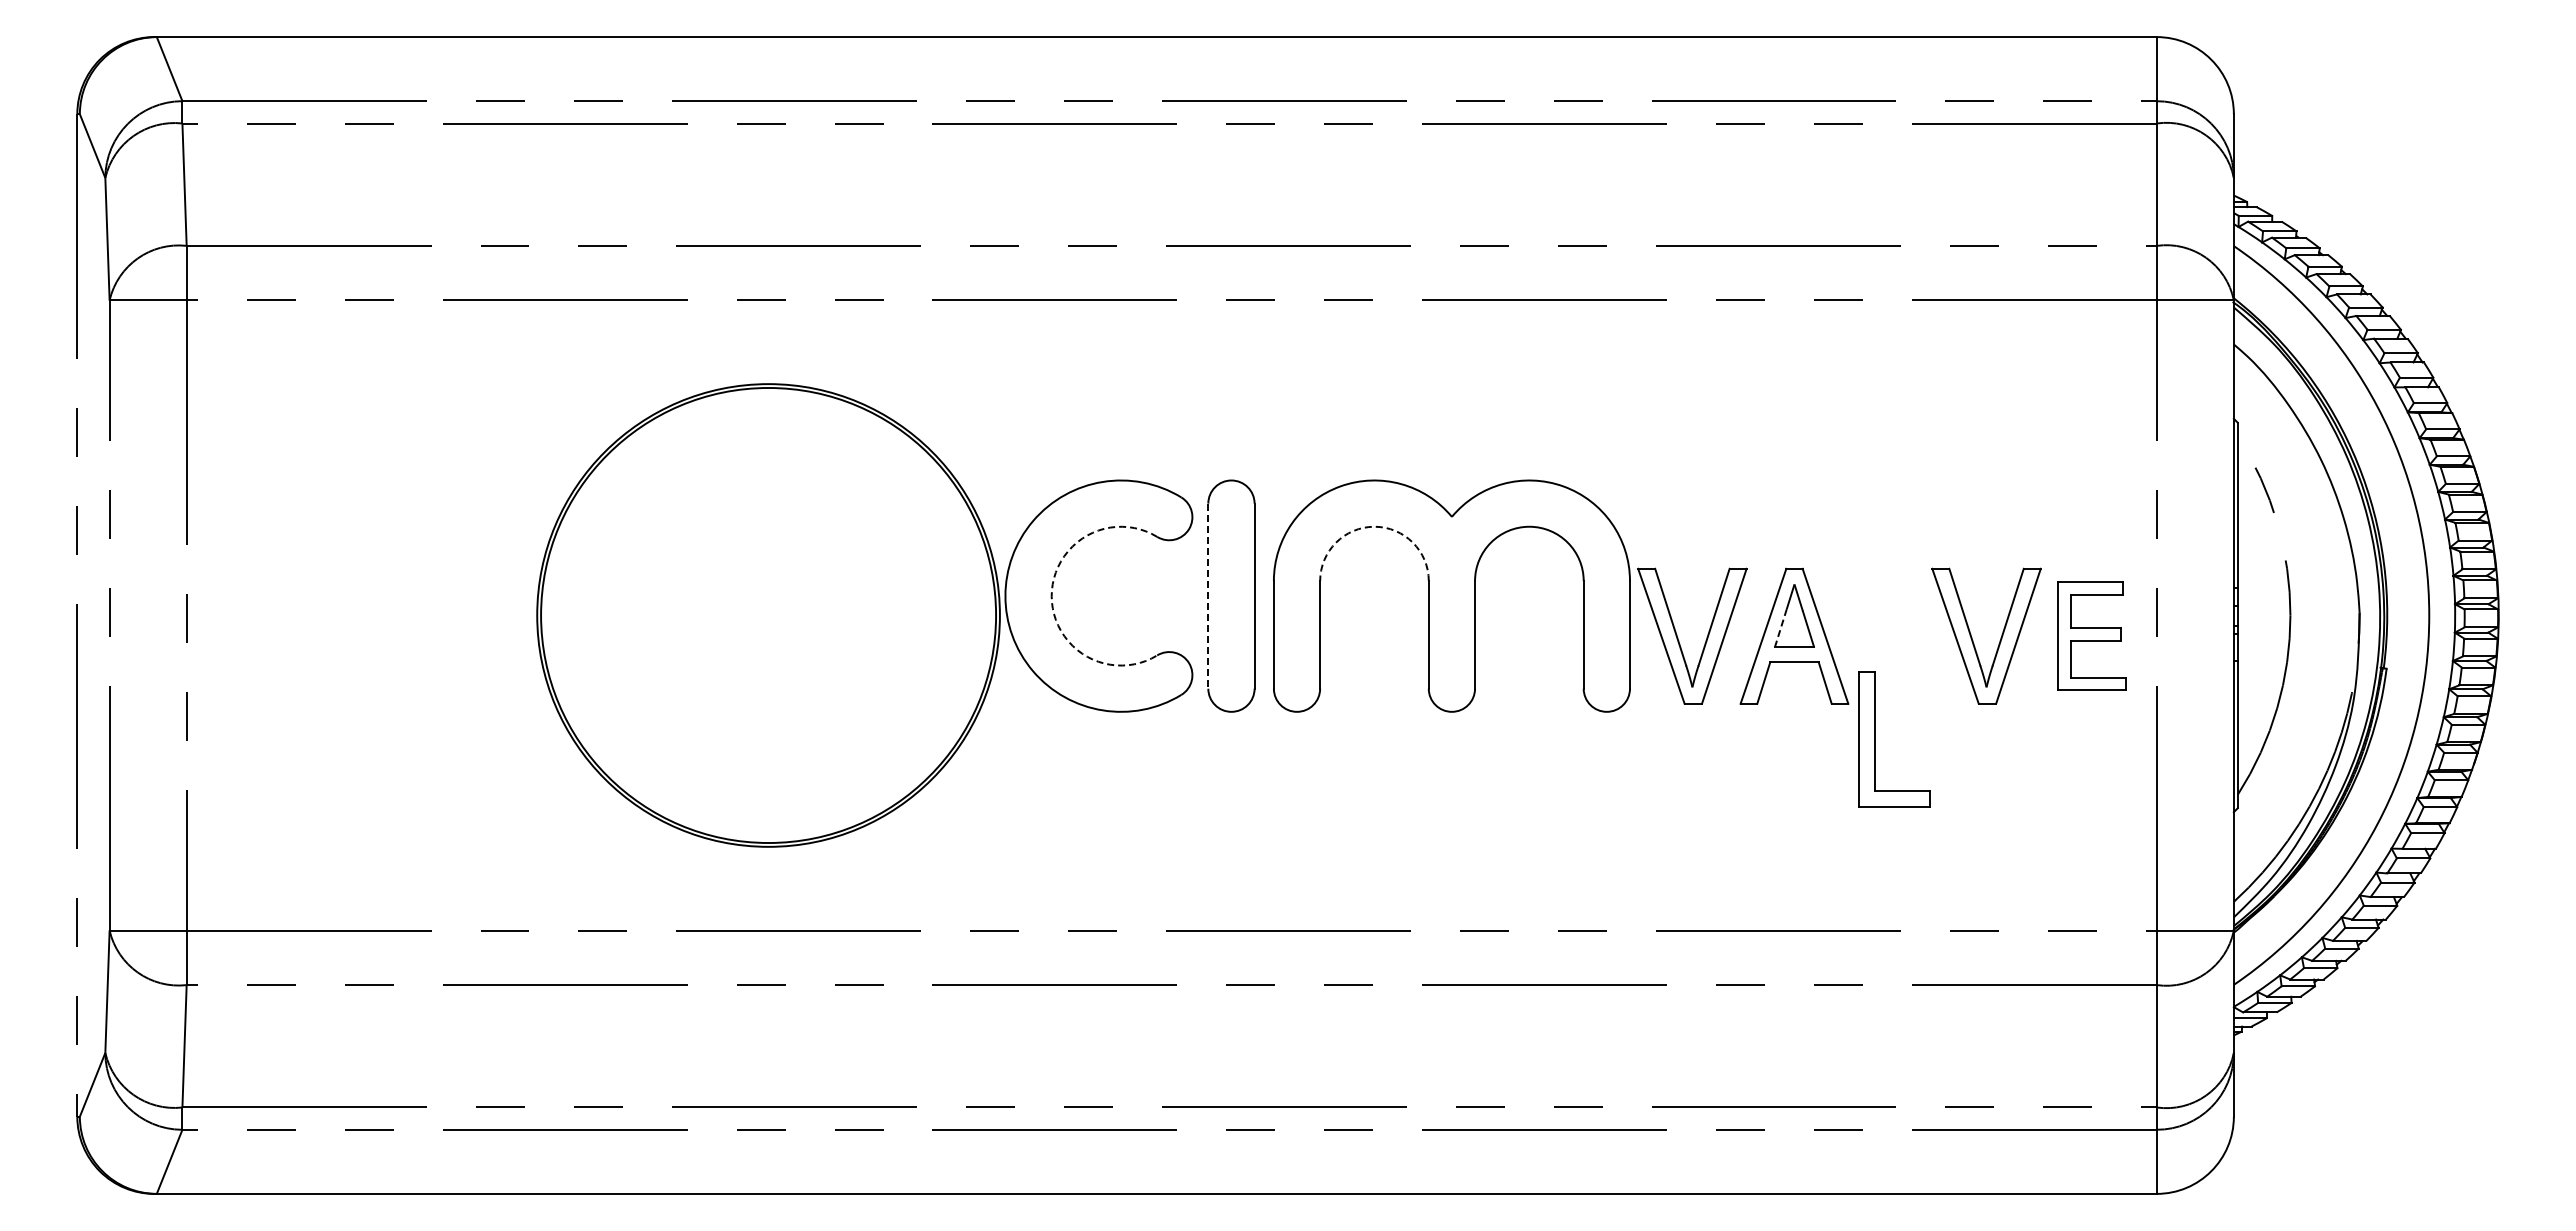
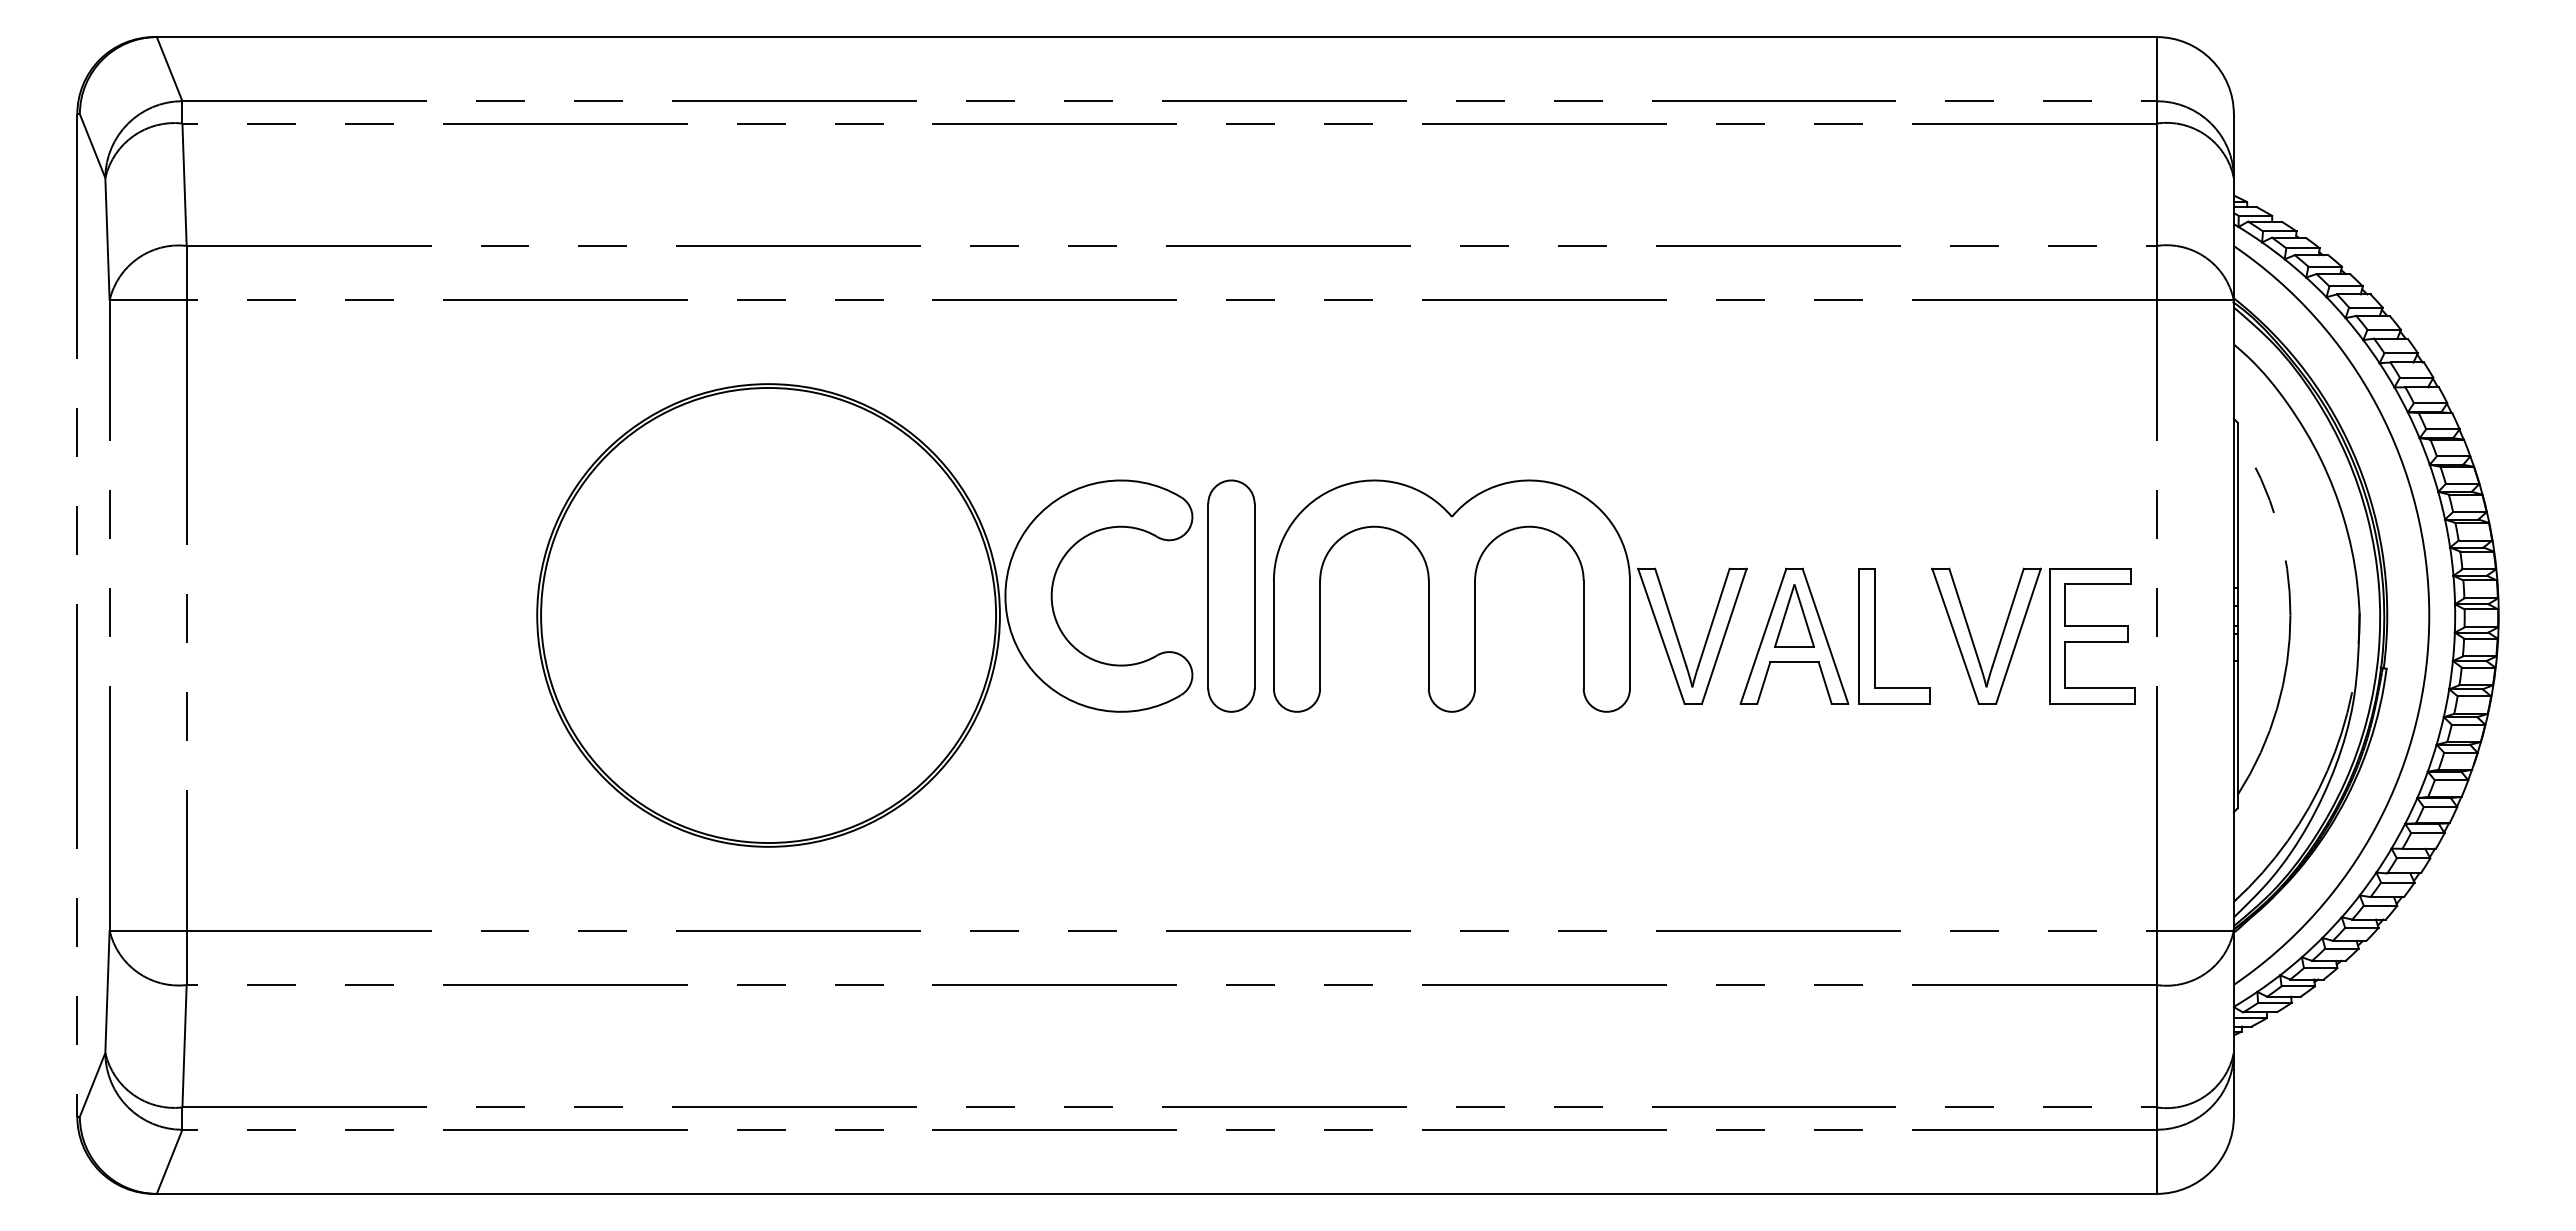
arc at (1374, 526): dashed -> solid
arc at (1051, 596): dashed -> solid
line at (1208, 596): dashed -> solid
line at (1780, 627): dashed -> solid
part at (2091, 635) size: 70x110 px -> 87x137 px
part at (1875, 739) position: (1875, 739) -> (1875, 636)
